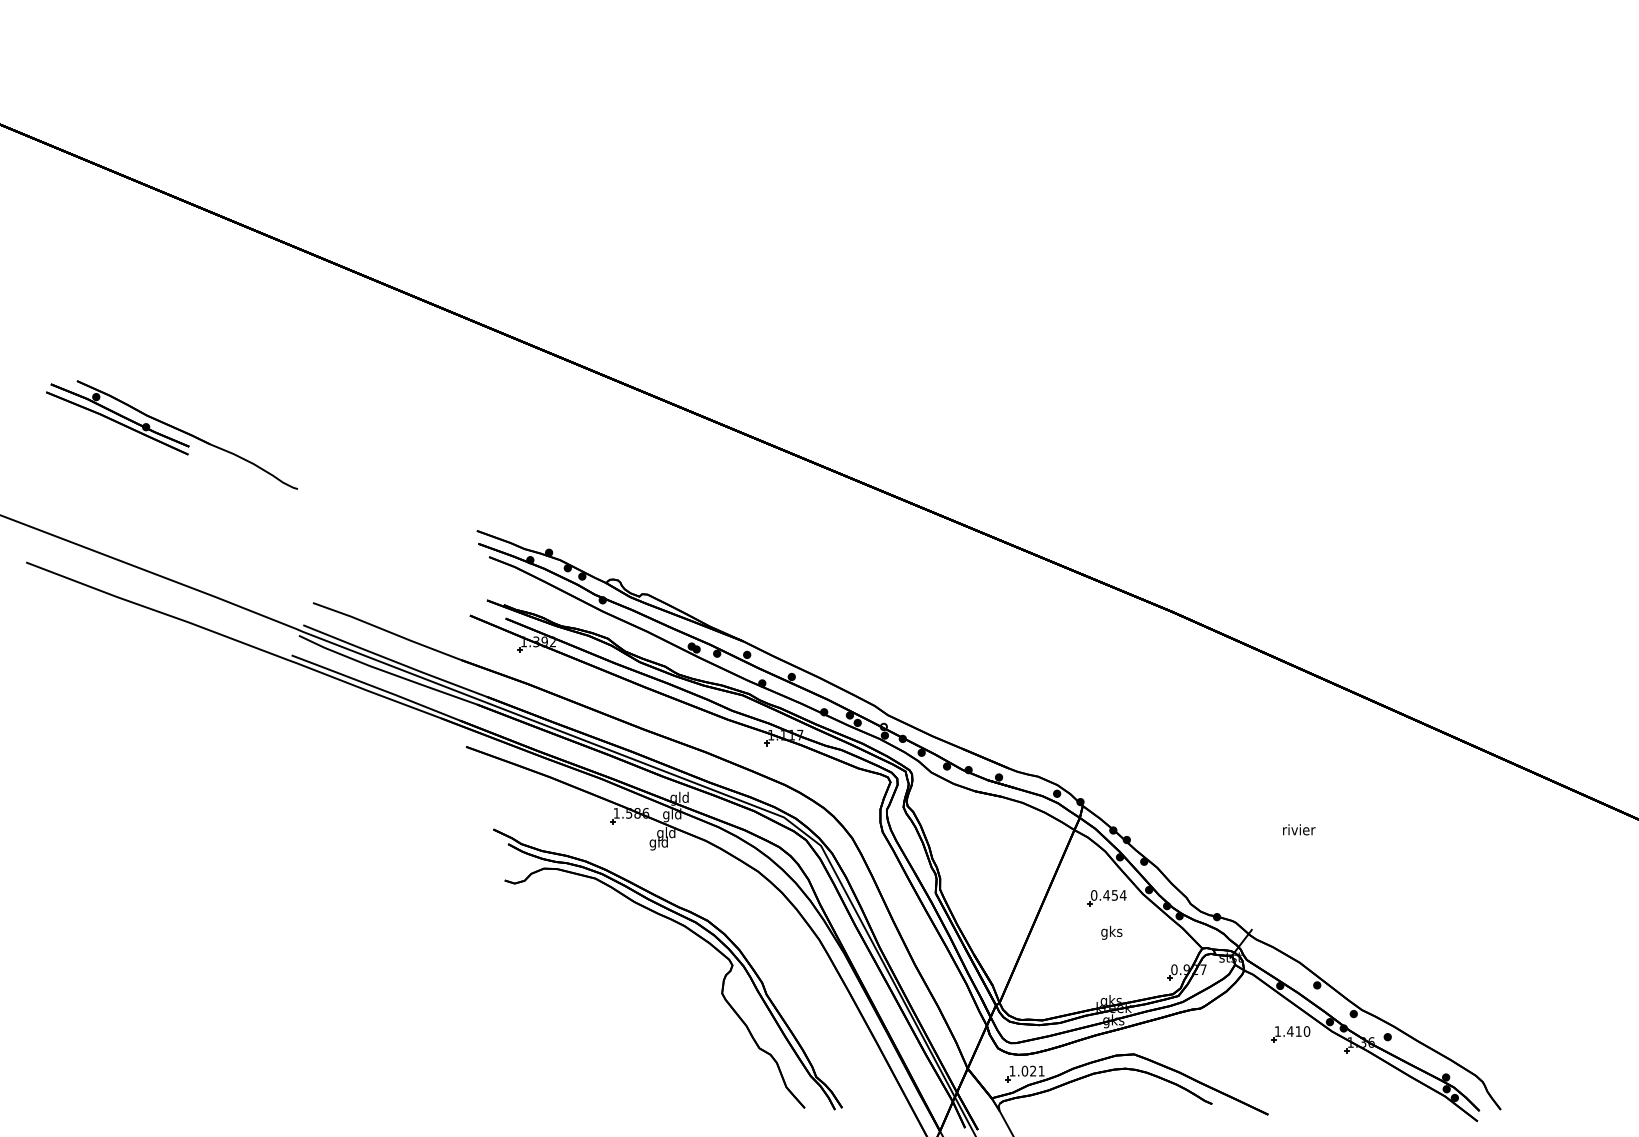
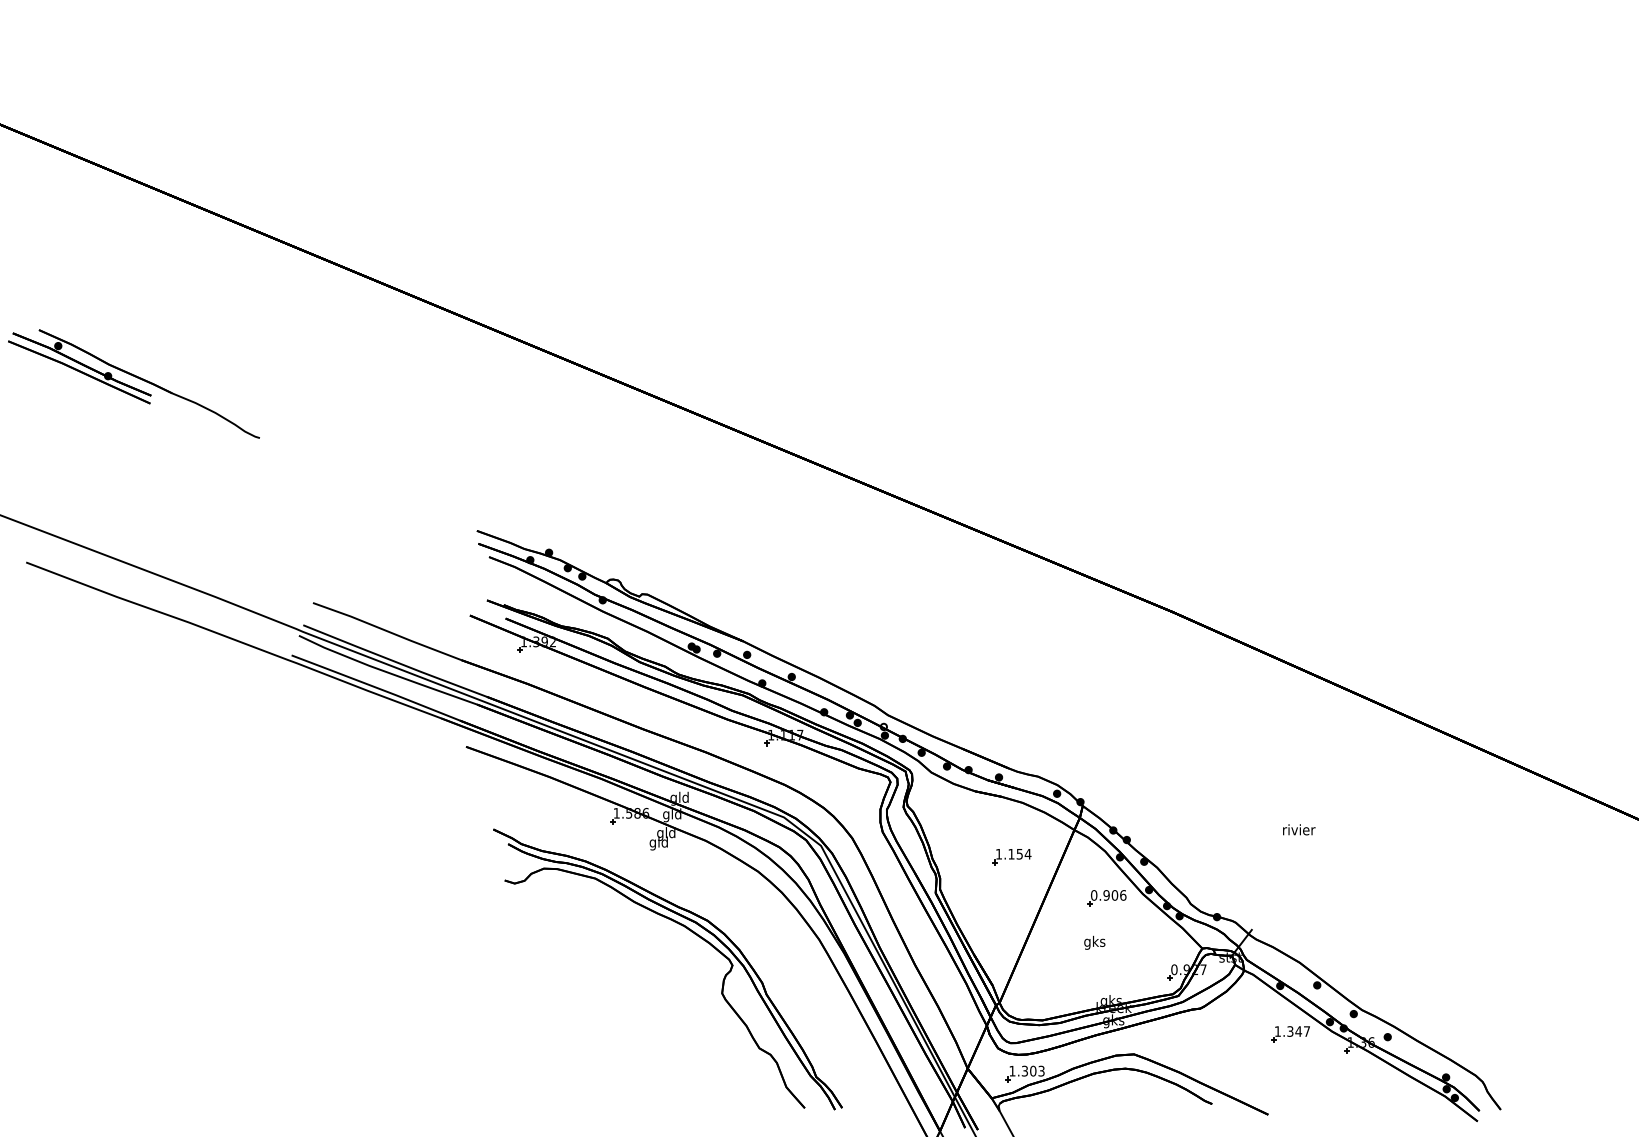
part at (171, 434) position: (171, 434) -> (133, 383)
part at (1011, 857): none -> present
text at (1114, 895): 0.454 -> 0.906
text at (1111, 932) position: (1111, 932) -> (1094, 942)
text at (1298, 1031): 1.410 -> 1.347
text at (1032, 1070): 1.021 -> 1.303
